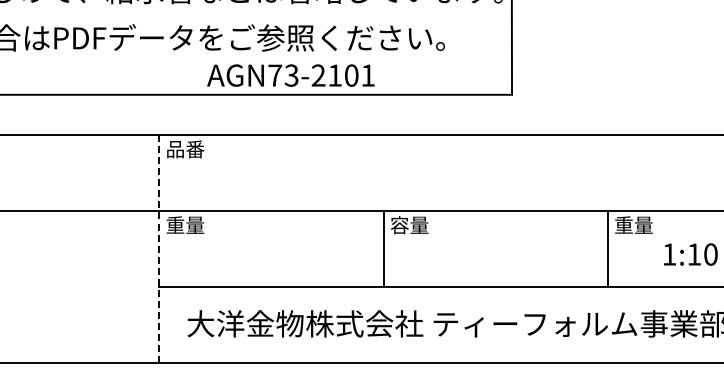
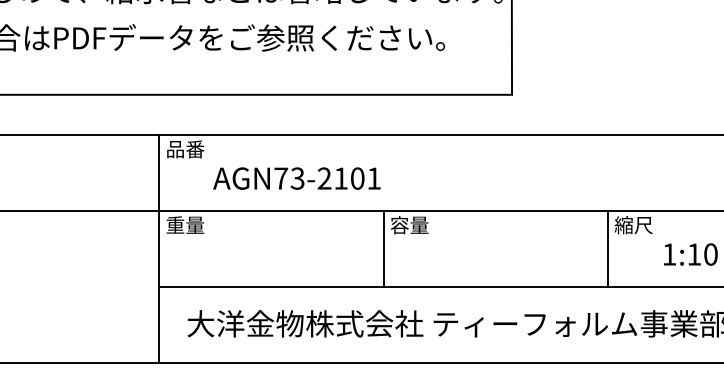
text at (290, 75) position: (290, 75) -> (296, 178)
text at (633, 225): 重量 -> 縮尺
line at (159, 248): dashed -> solid
